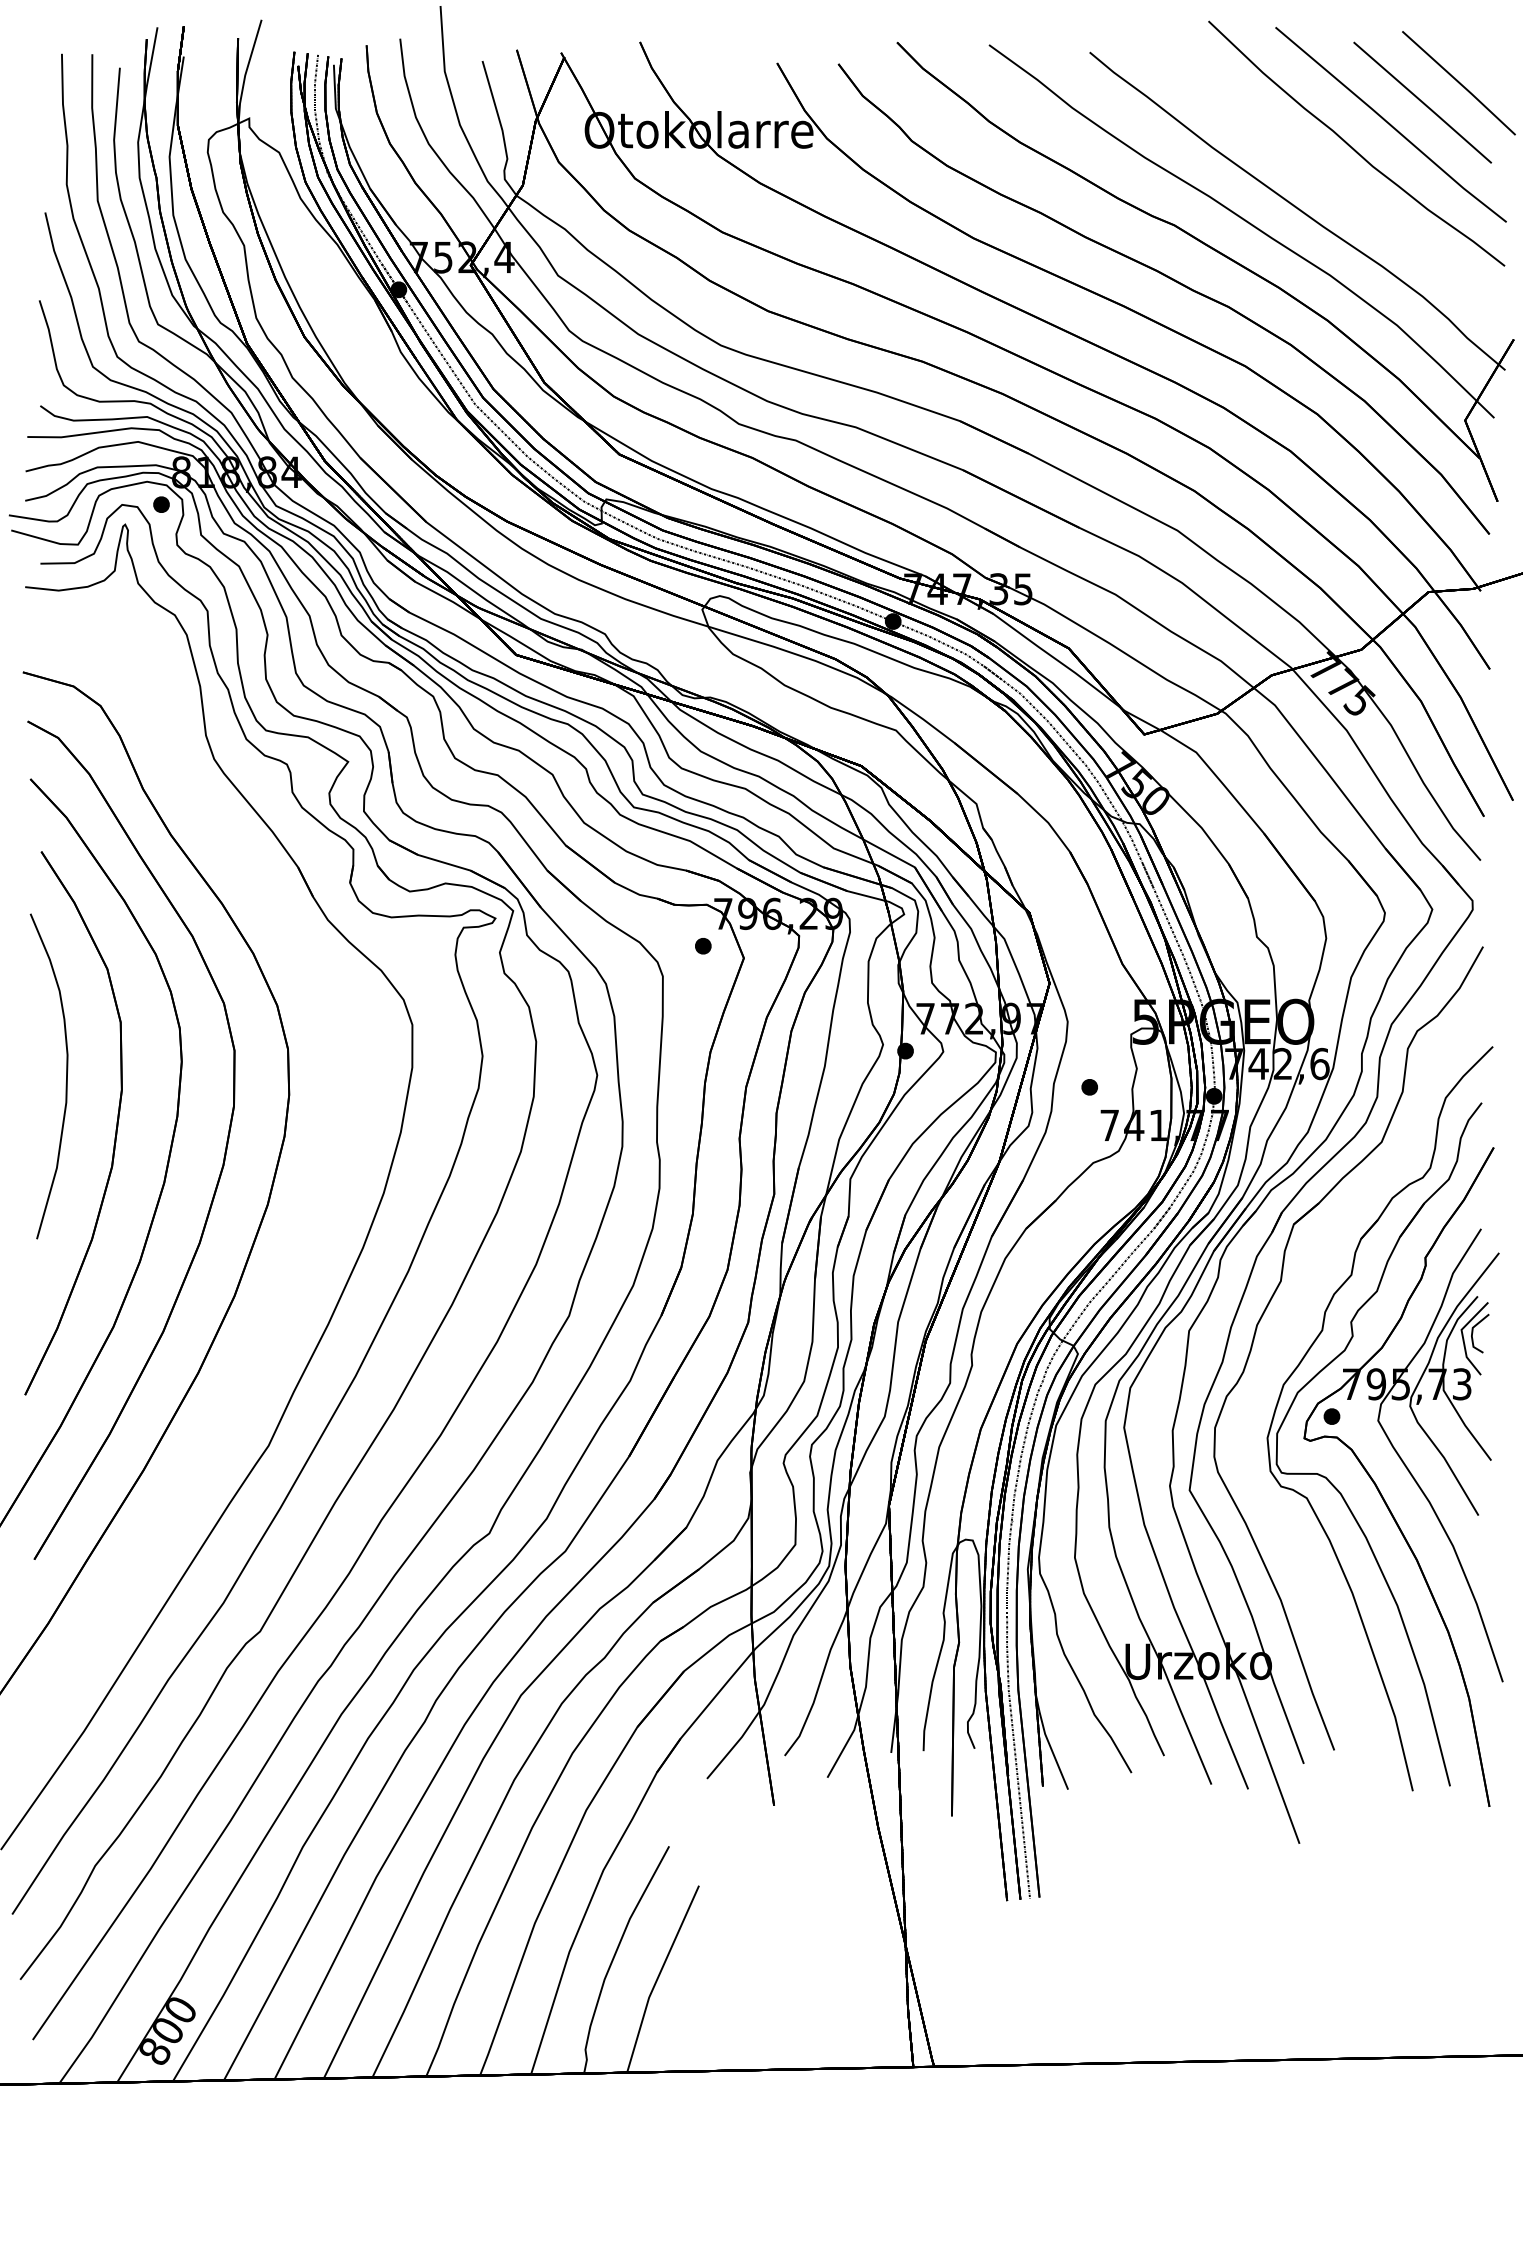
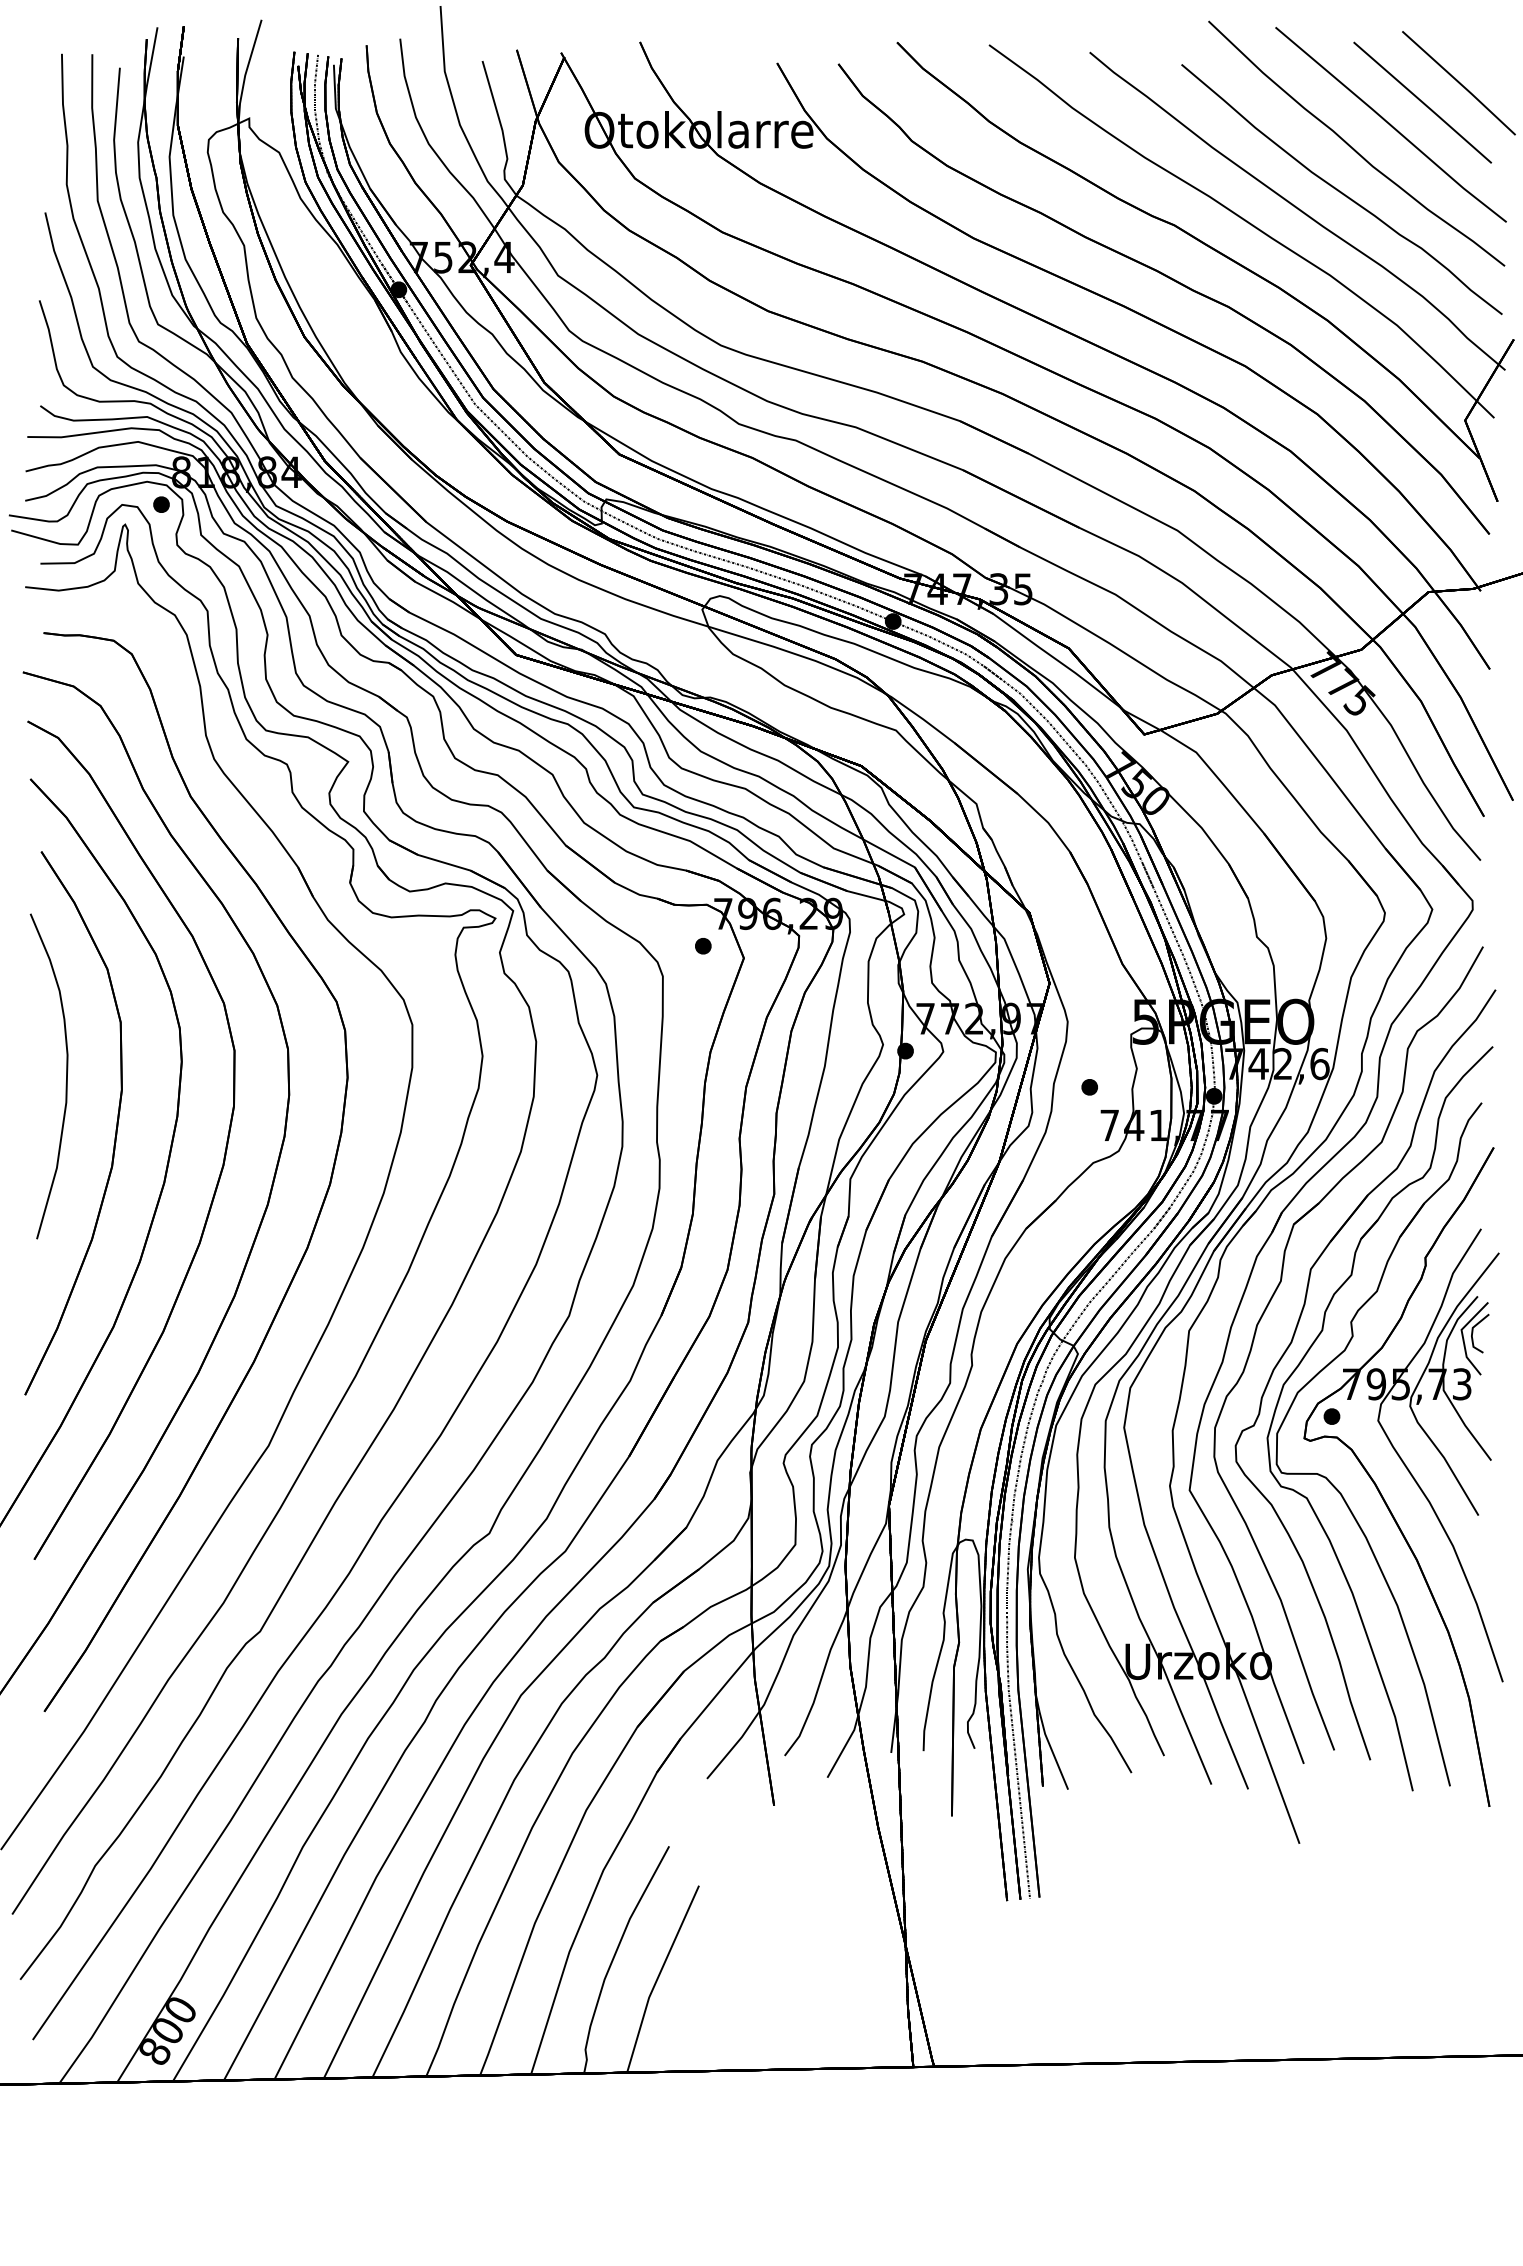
curve at (1341, 191): none -> present
part at (317, 1215): none -> present
part at (1292, 1342): none -> present
